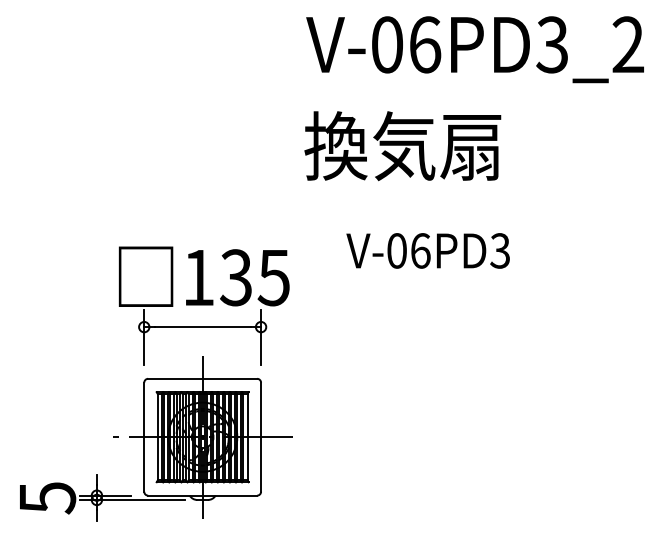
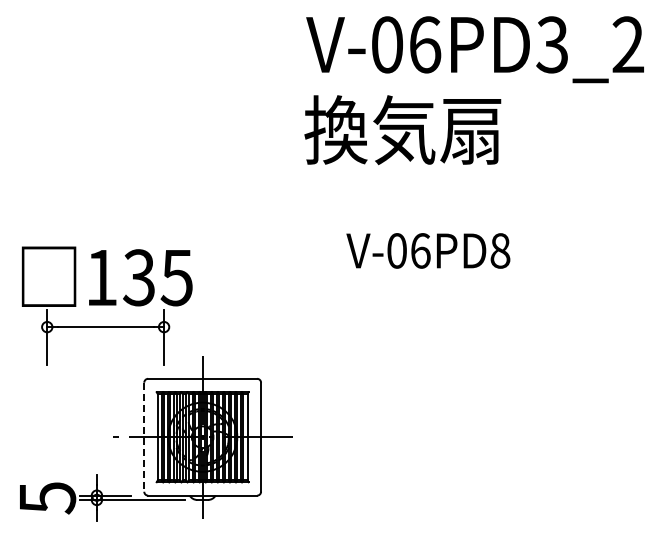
text at (402, 146) position: (402, 146) -> (402, 130)
text at (500, 250): V-06PD3 -> V-06PD8
part at (203, 305) position: (203, 305) -> (106, 305)
line at (144, 437): solid -> dashed
